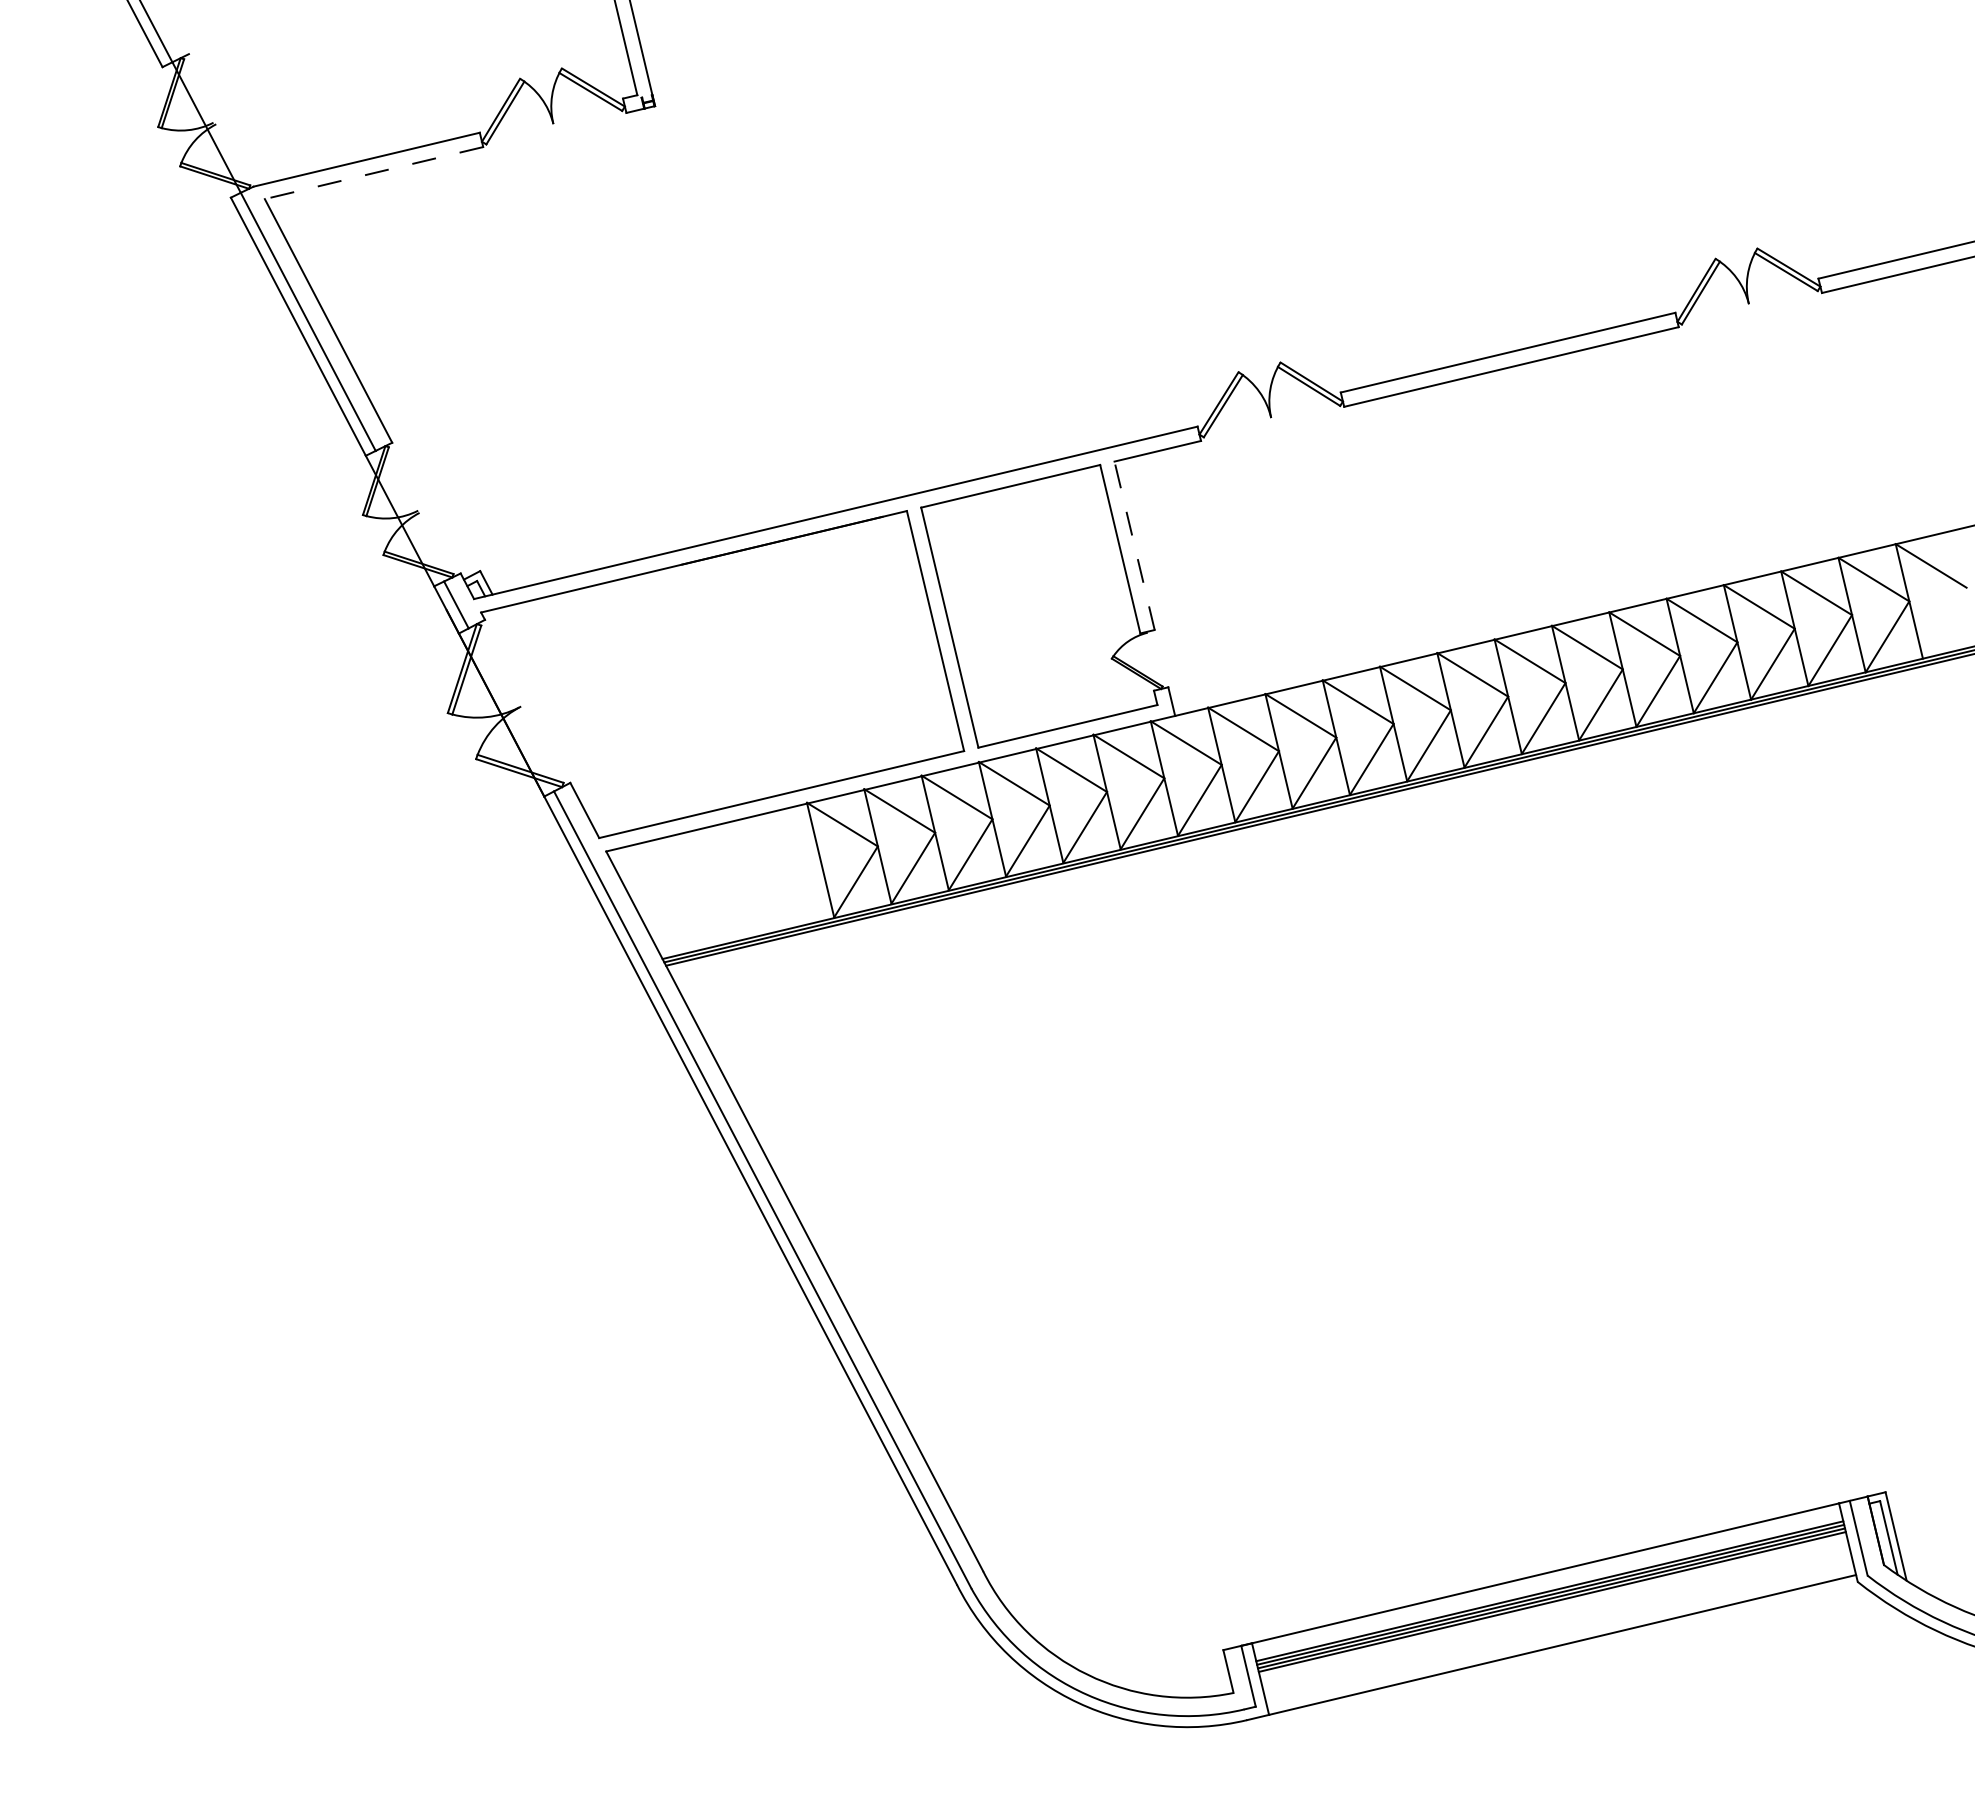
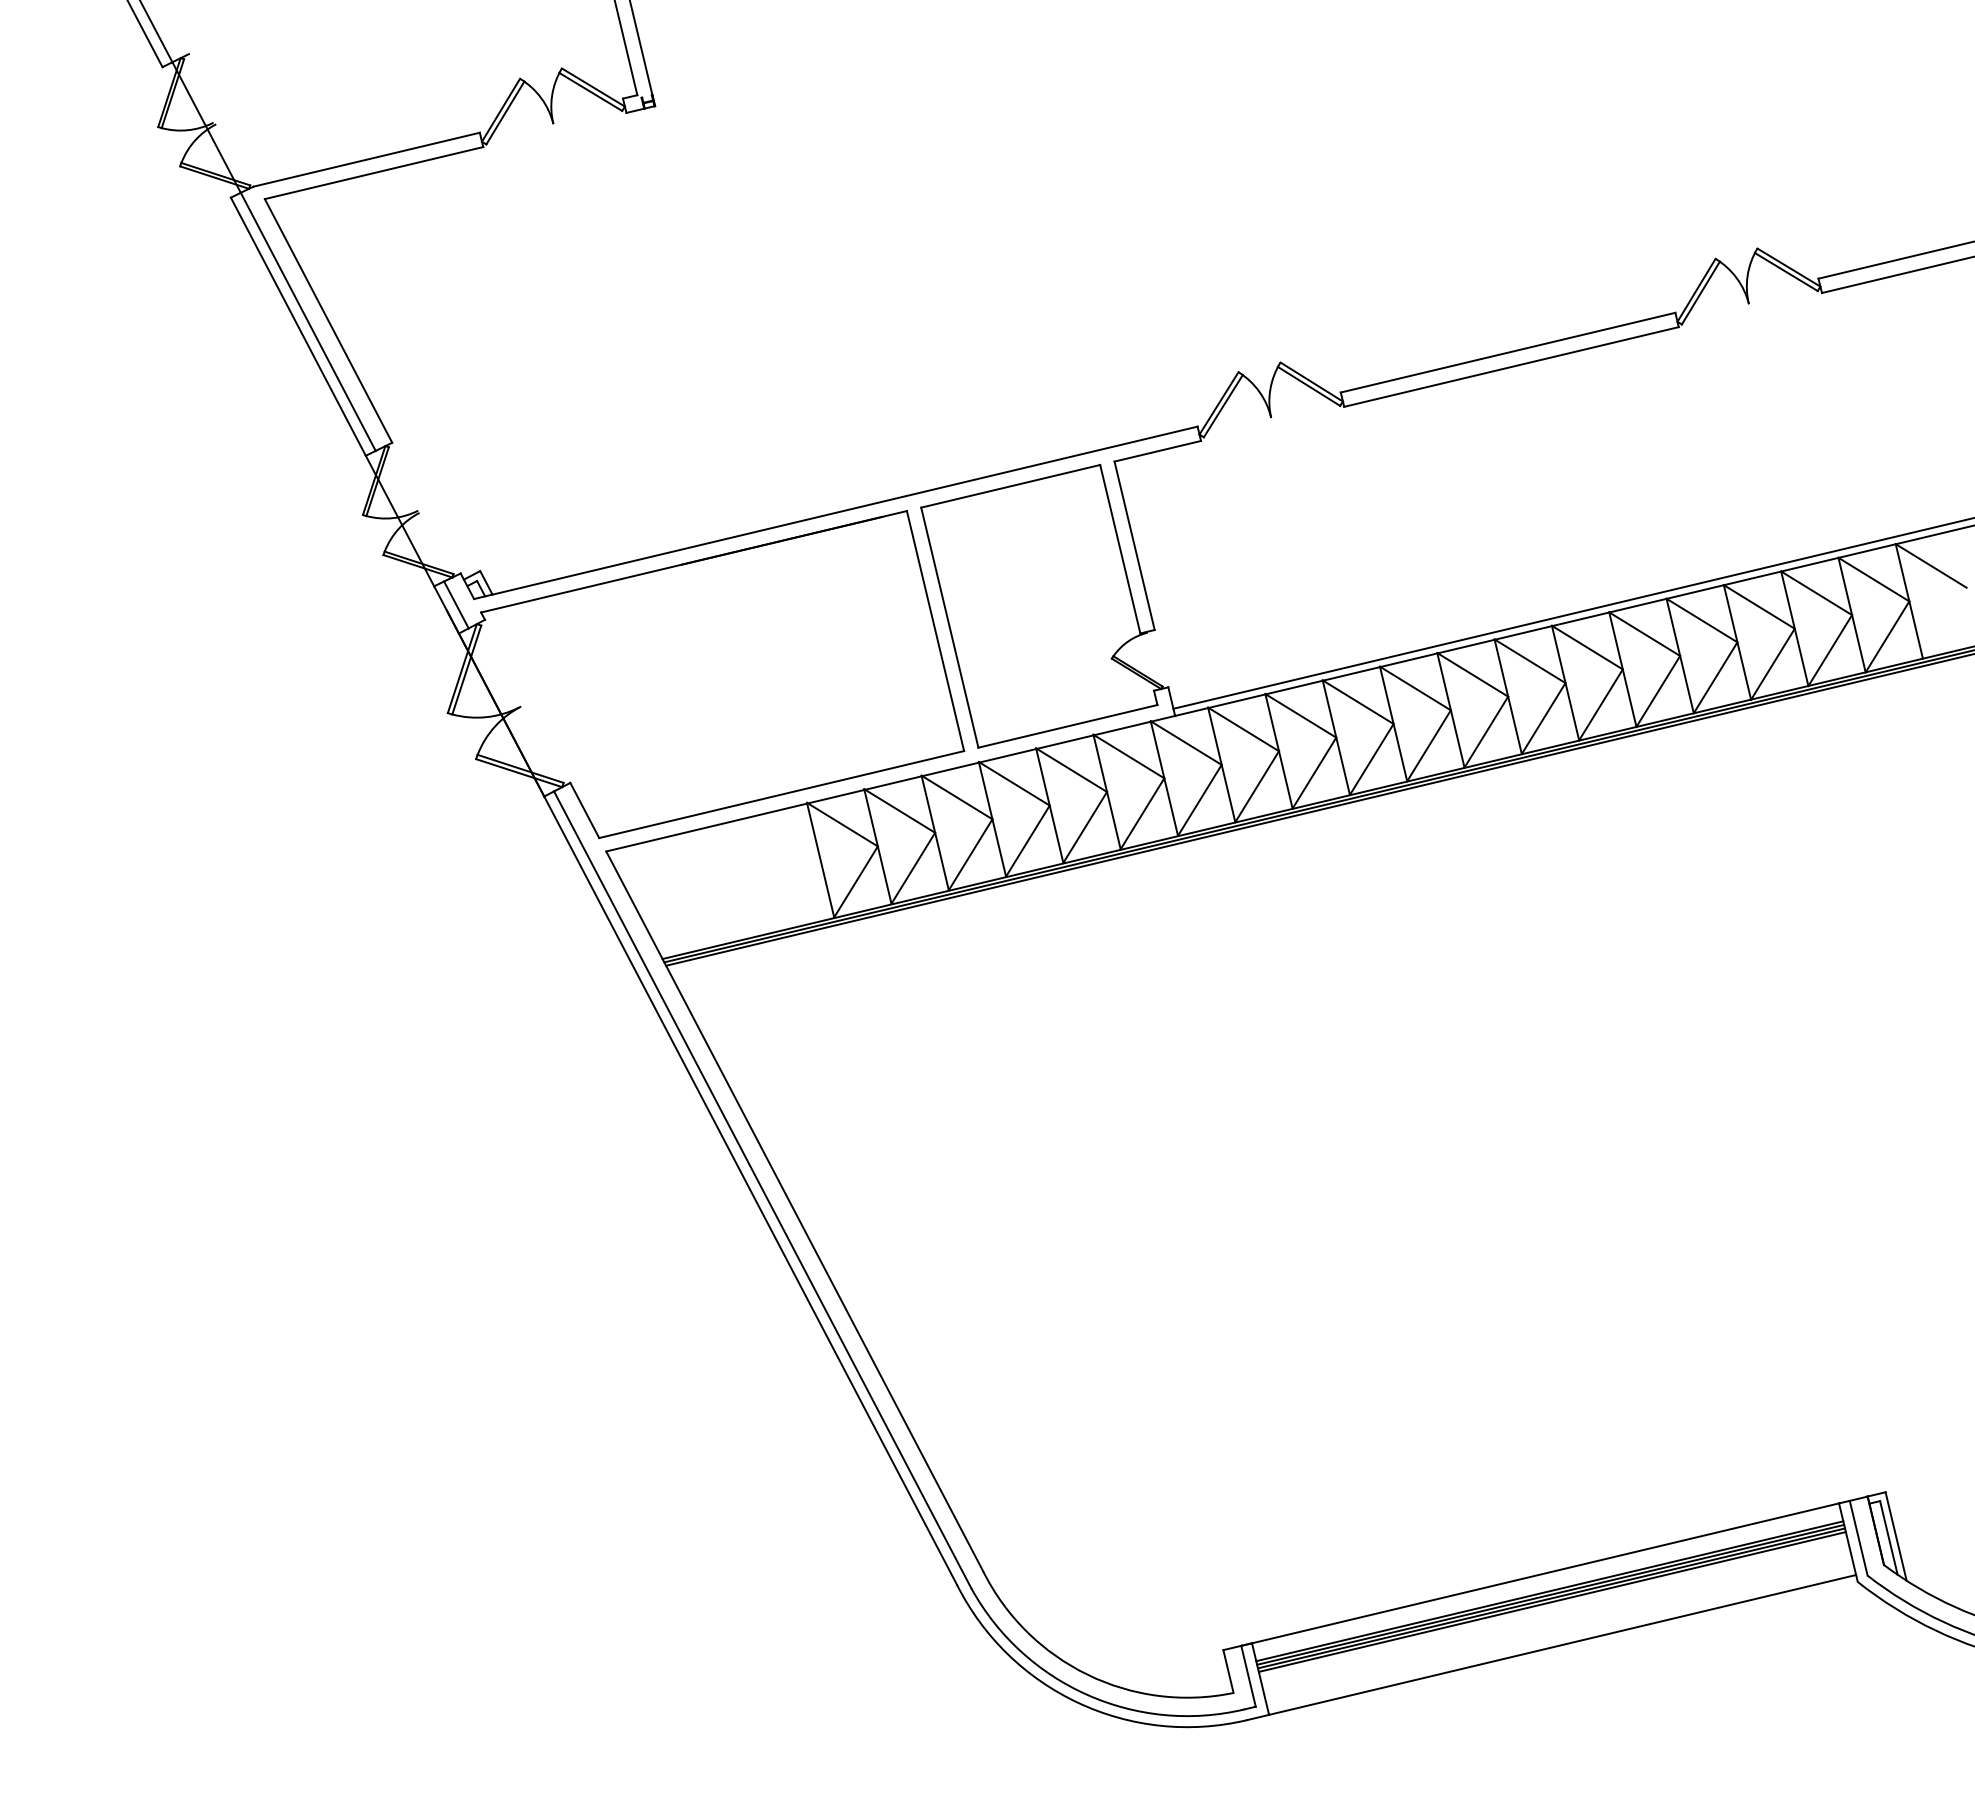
line at (373, 173): dashed -> solid
line at (1134, 545): dashed -> solid
line at (1572, 613): none -> present
